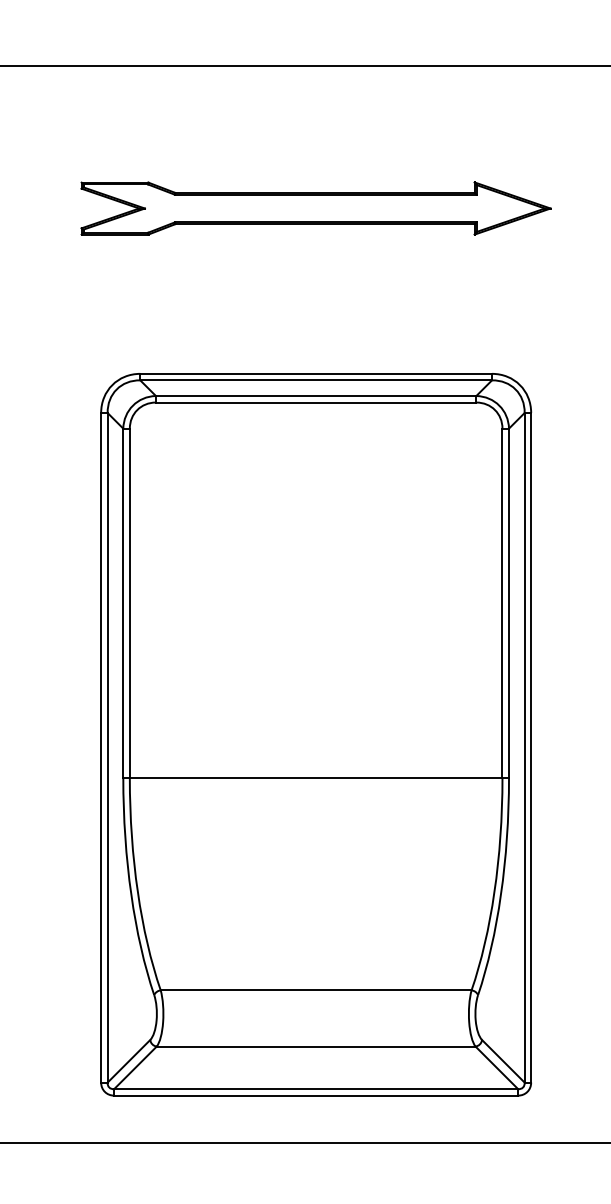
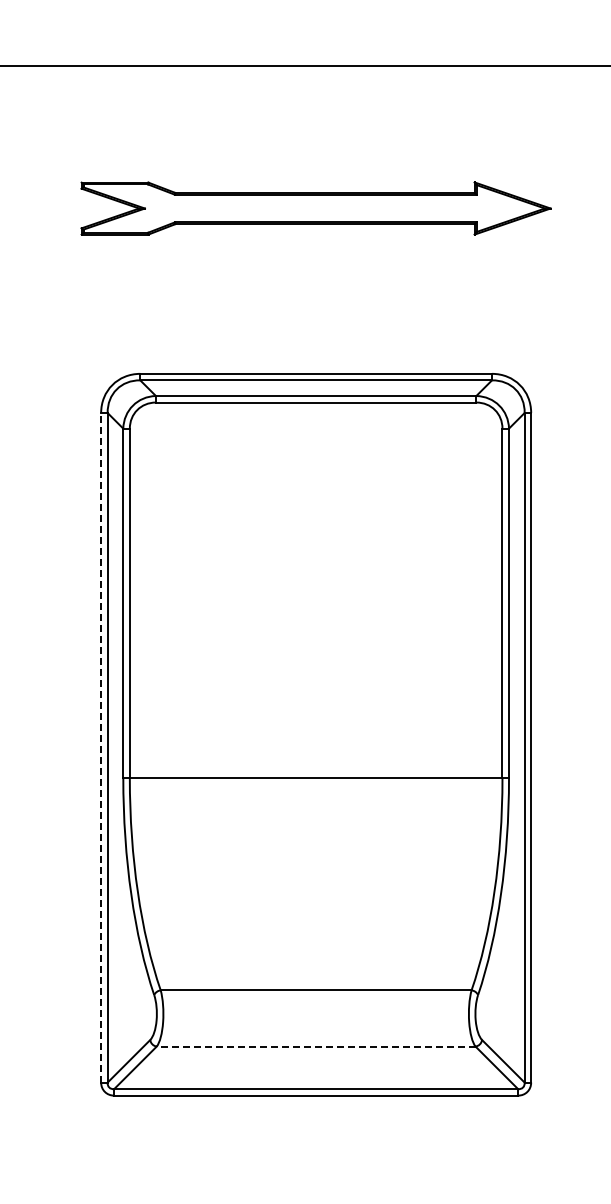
line at (101, 747): solid -> dashed
line at (315, 1046): solid -> dashed
line at (304, 1142): present -> none
